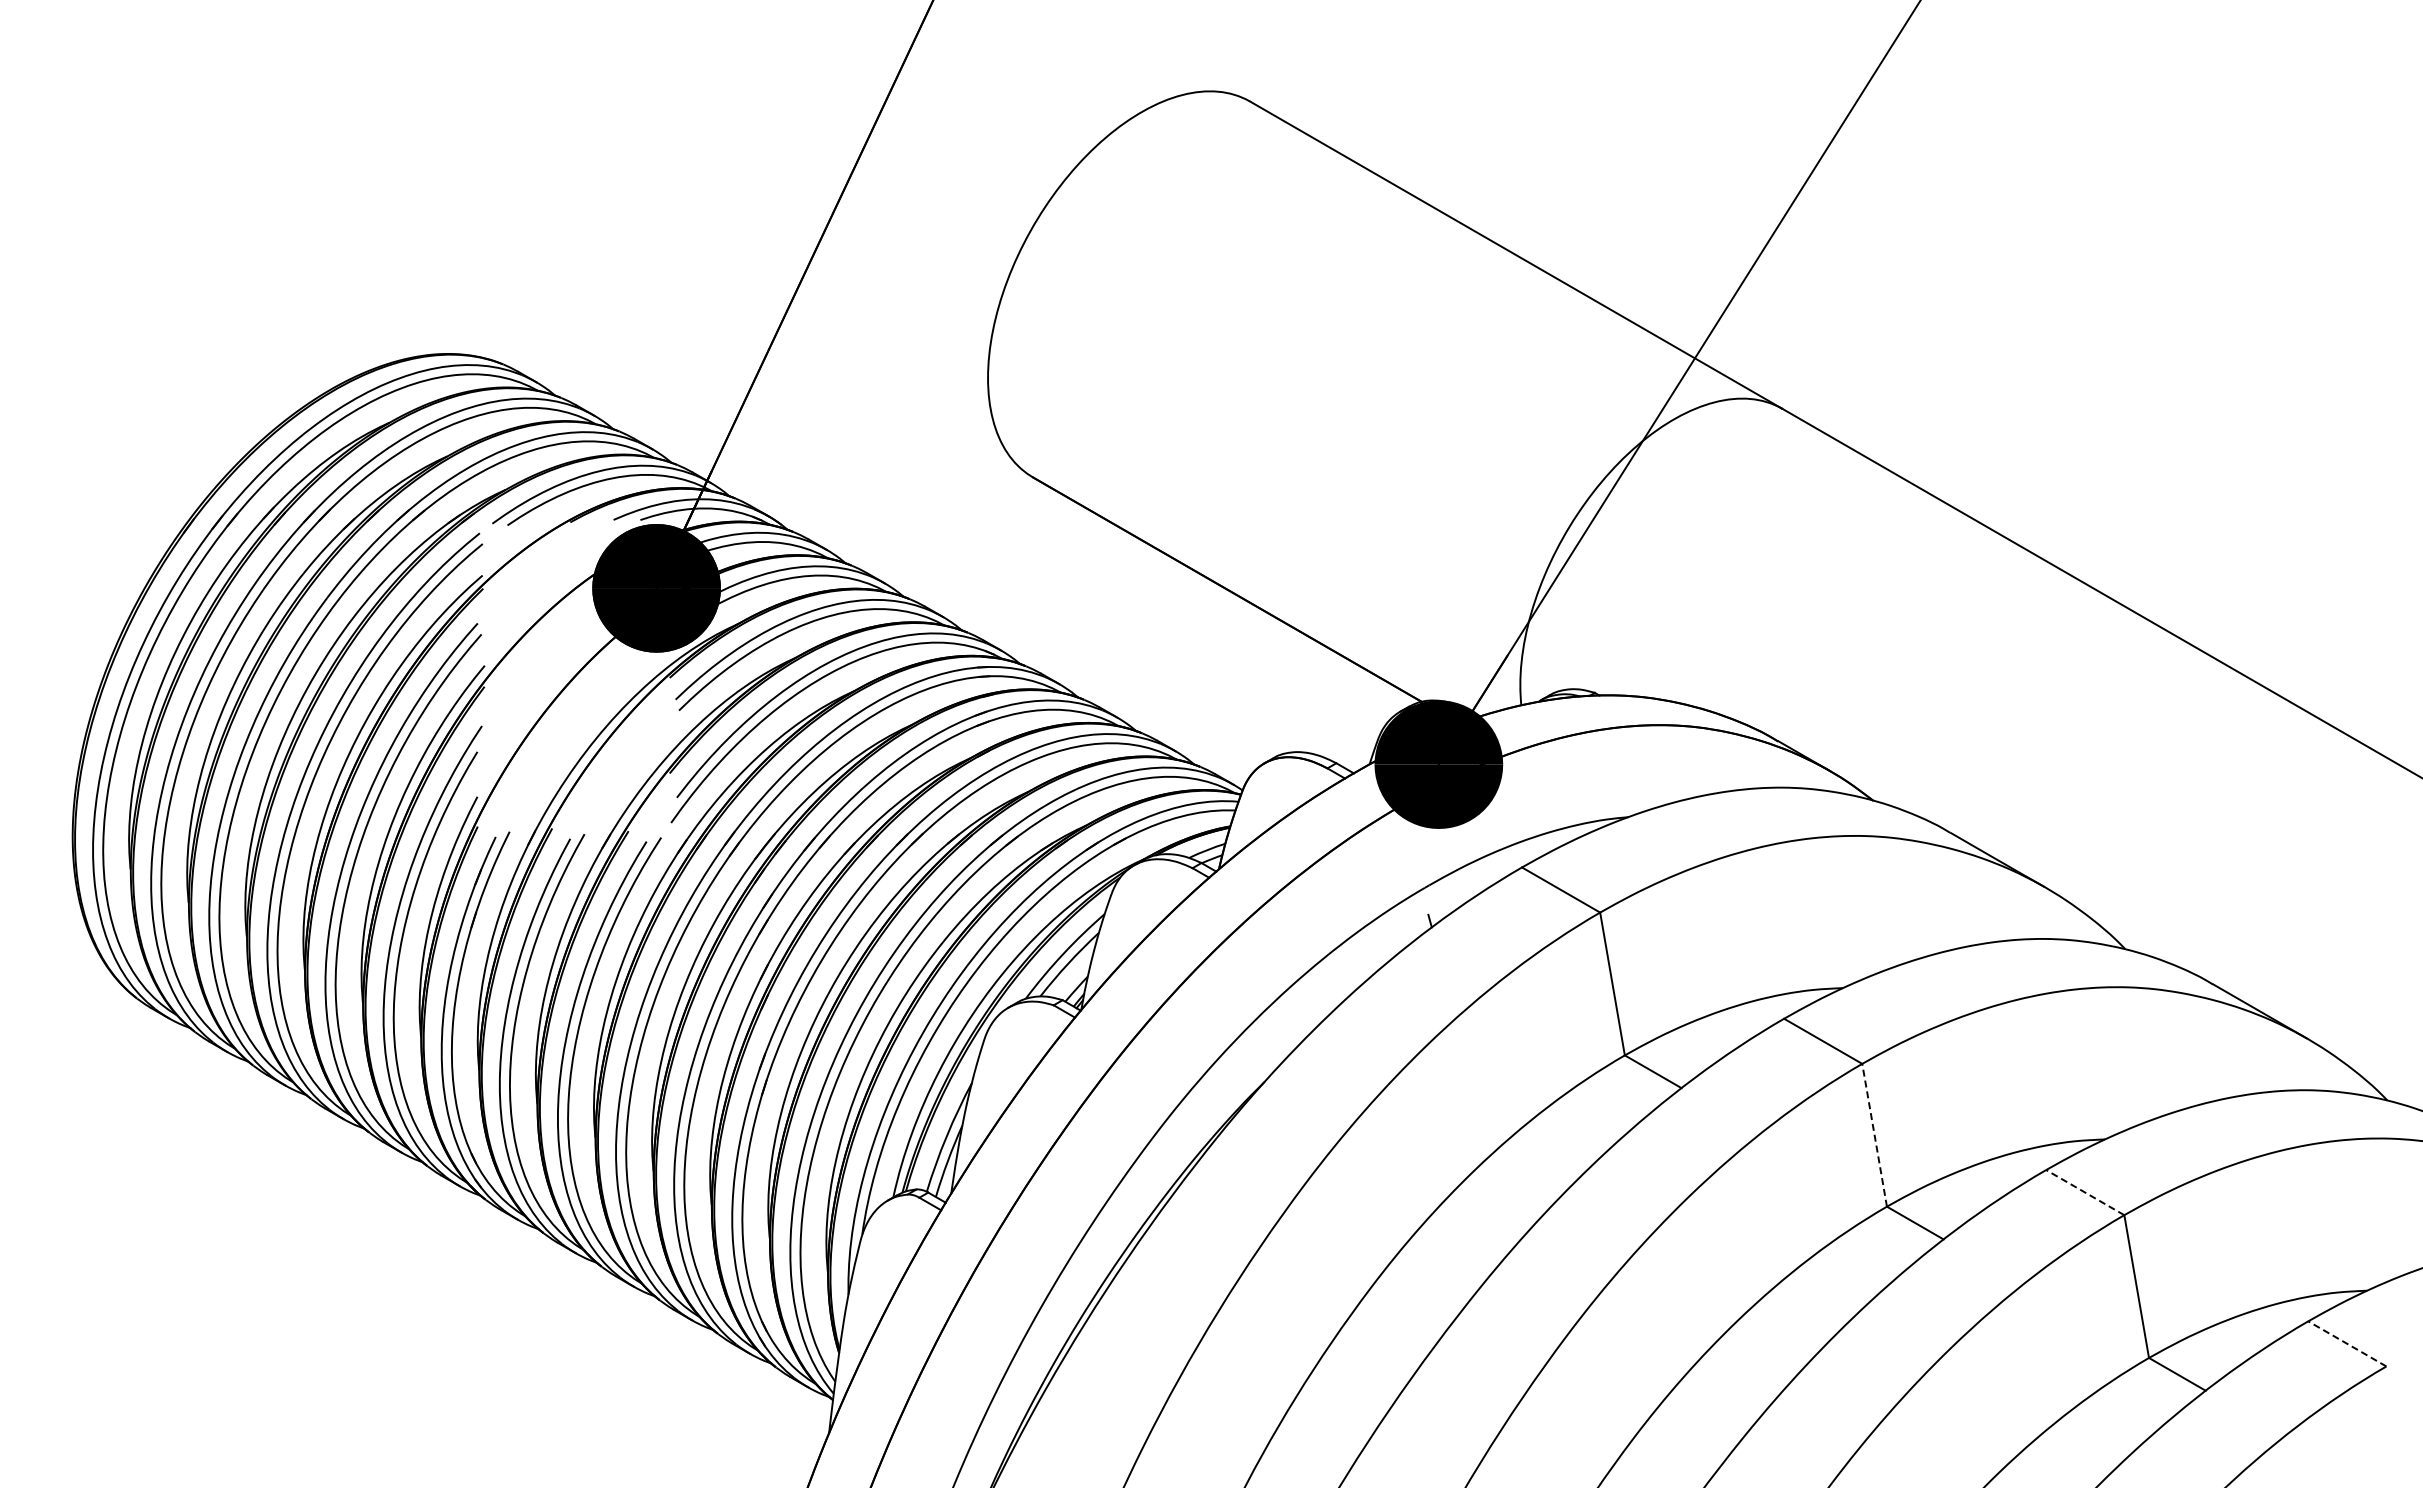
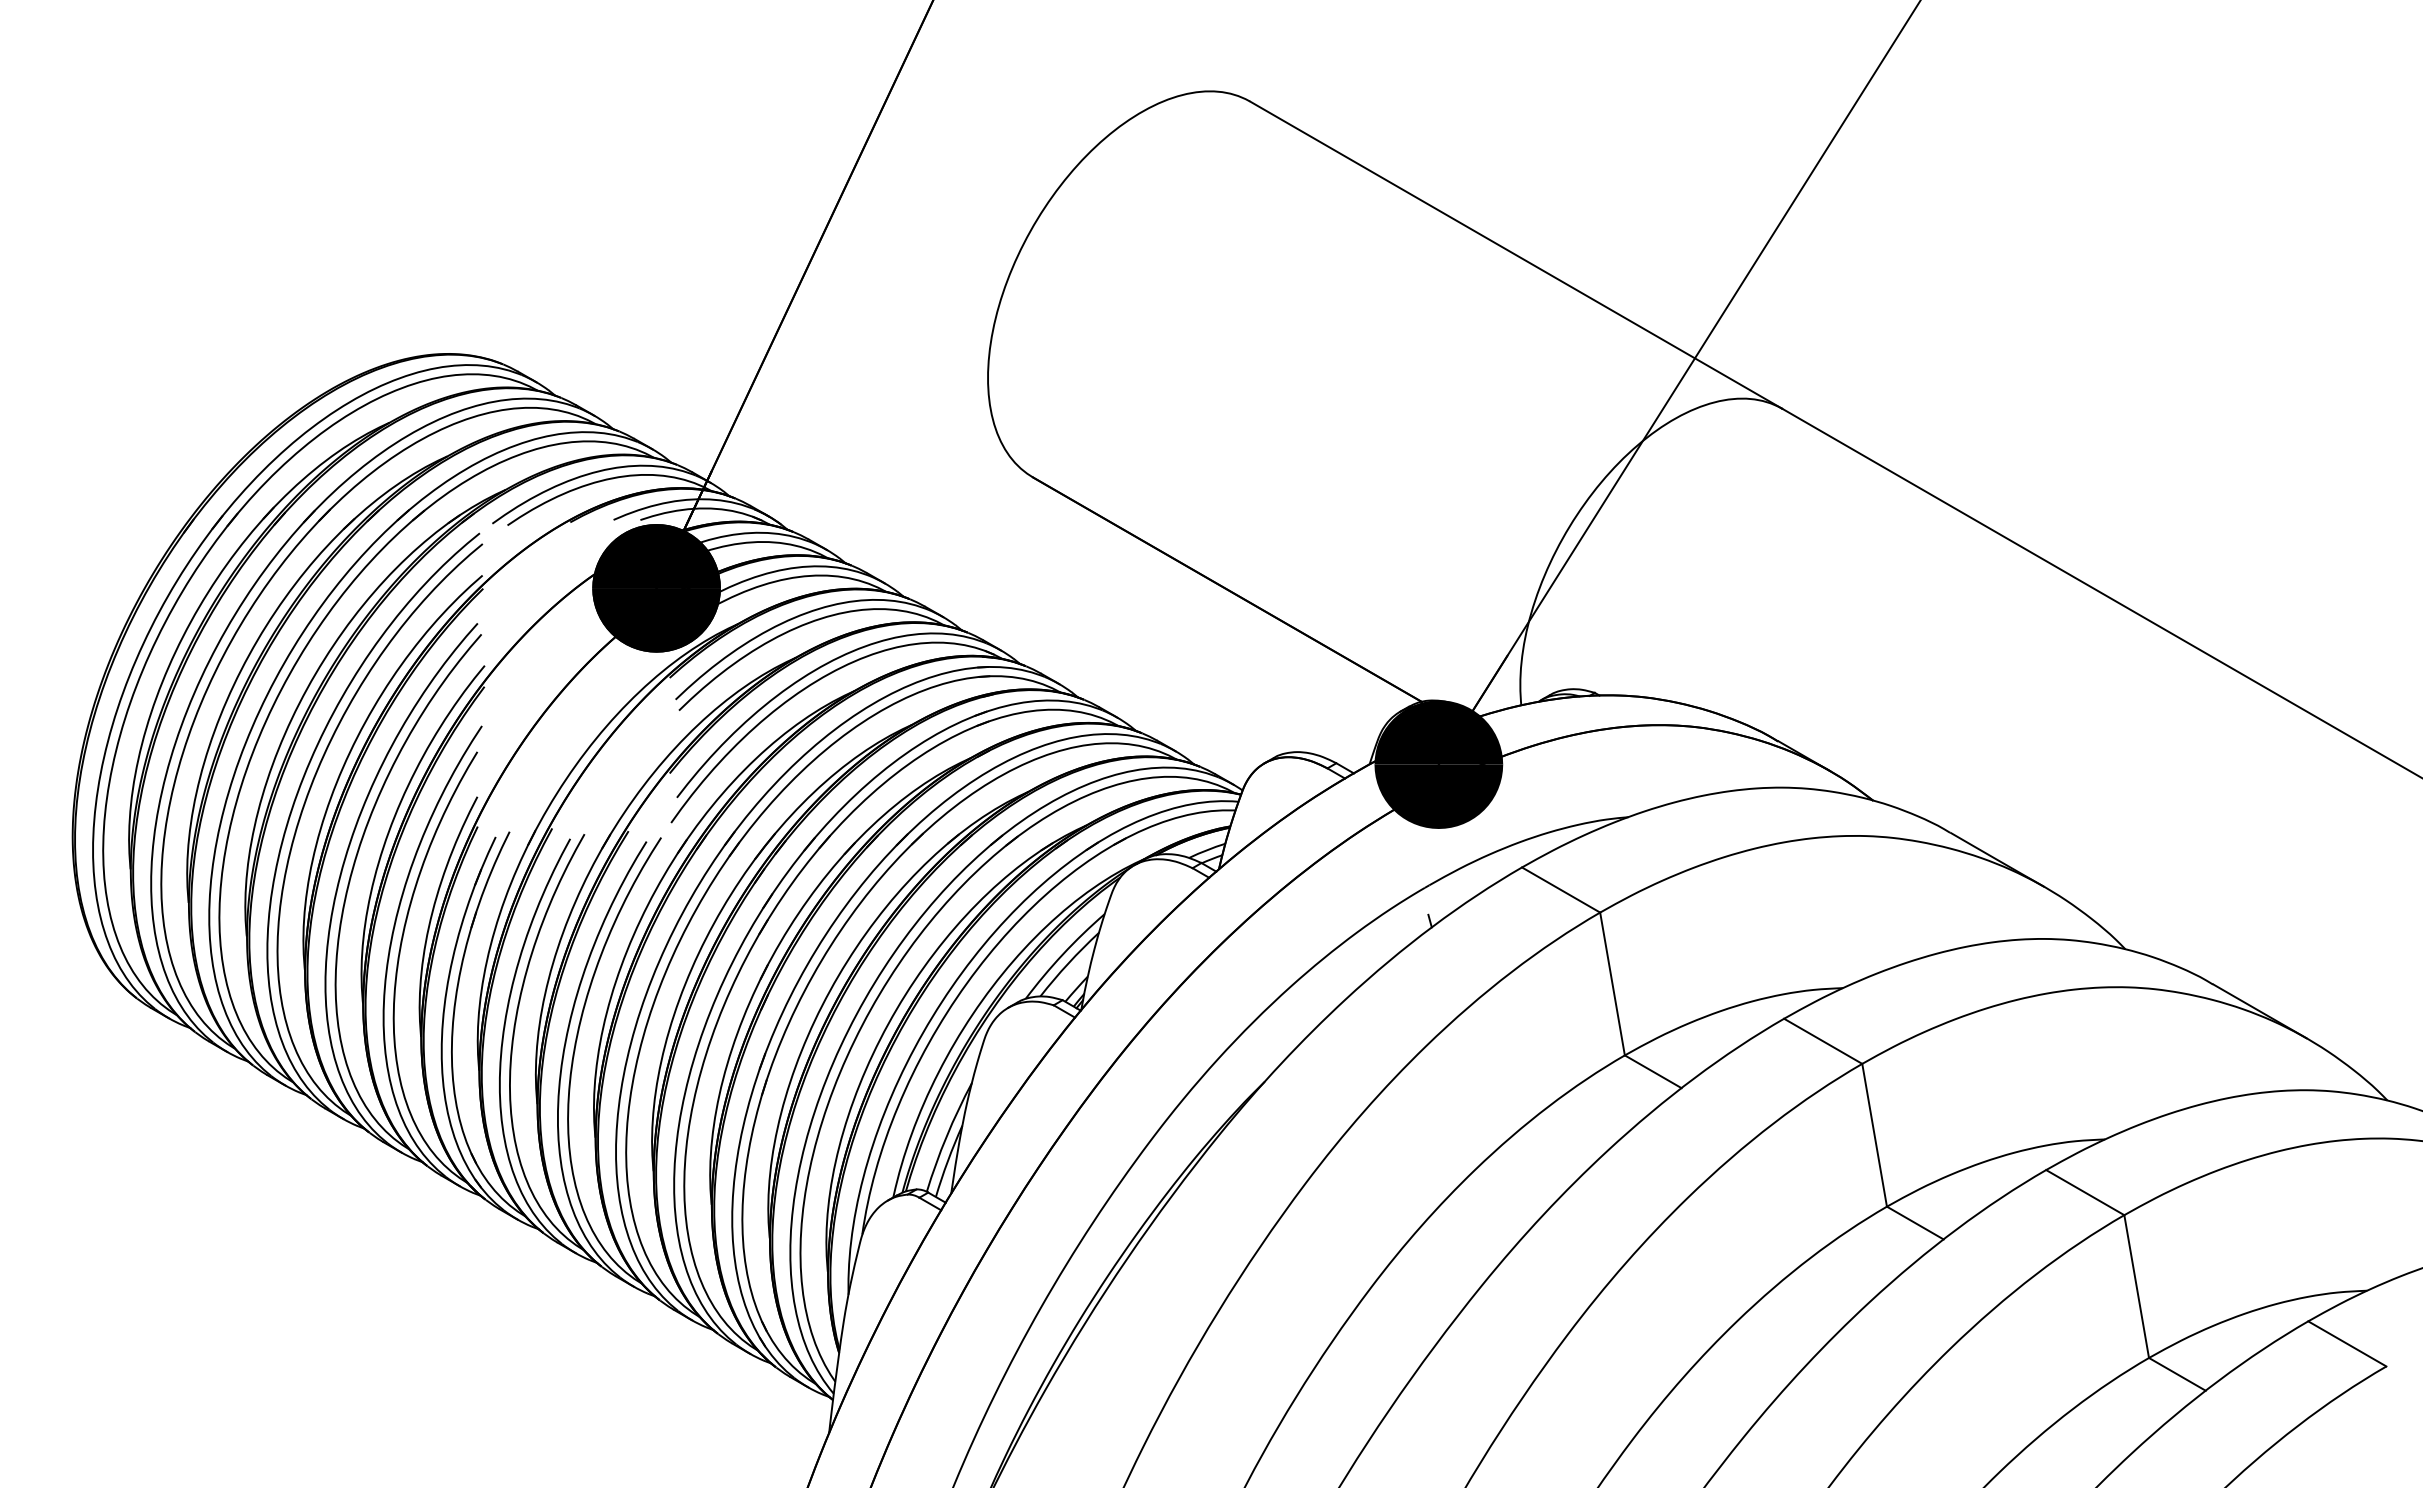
line at (1874, 1134): dashed -> solid
line at (2084, 1192): dashed -> solid
line at (2346, 1343): dashed -> solid
